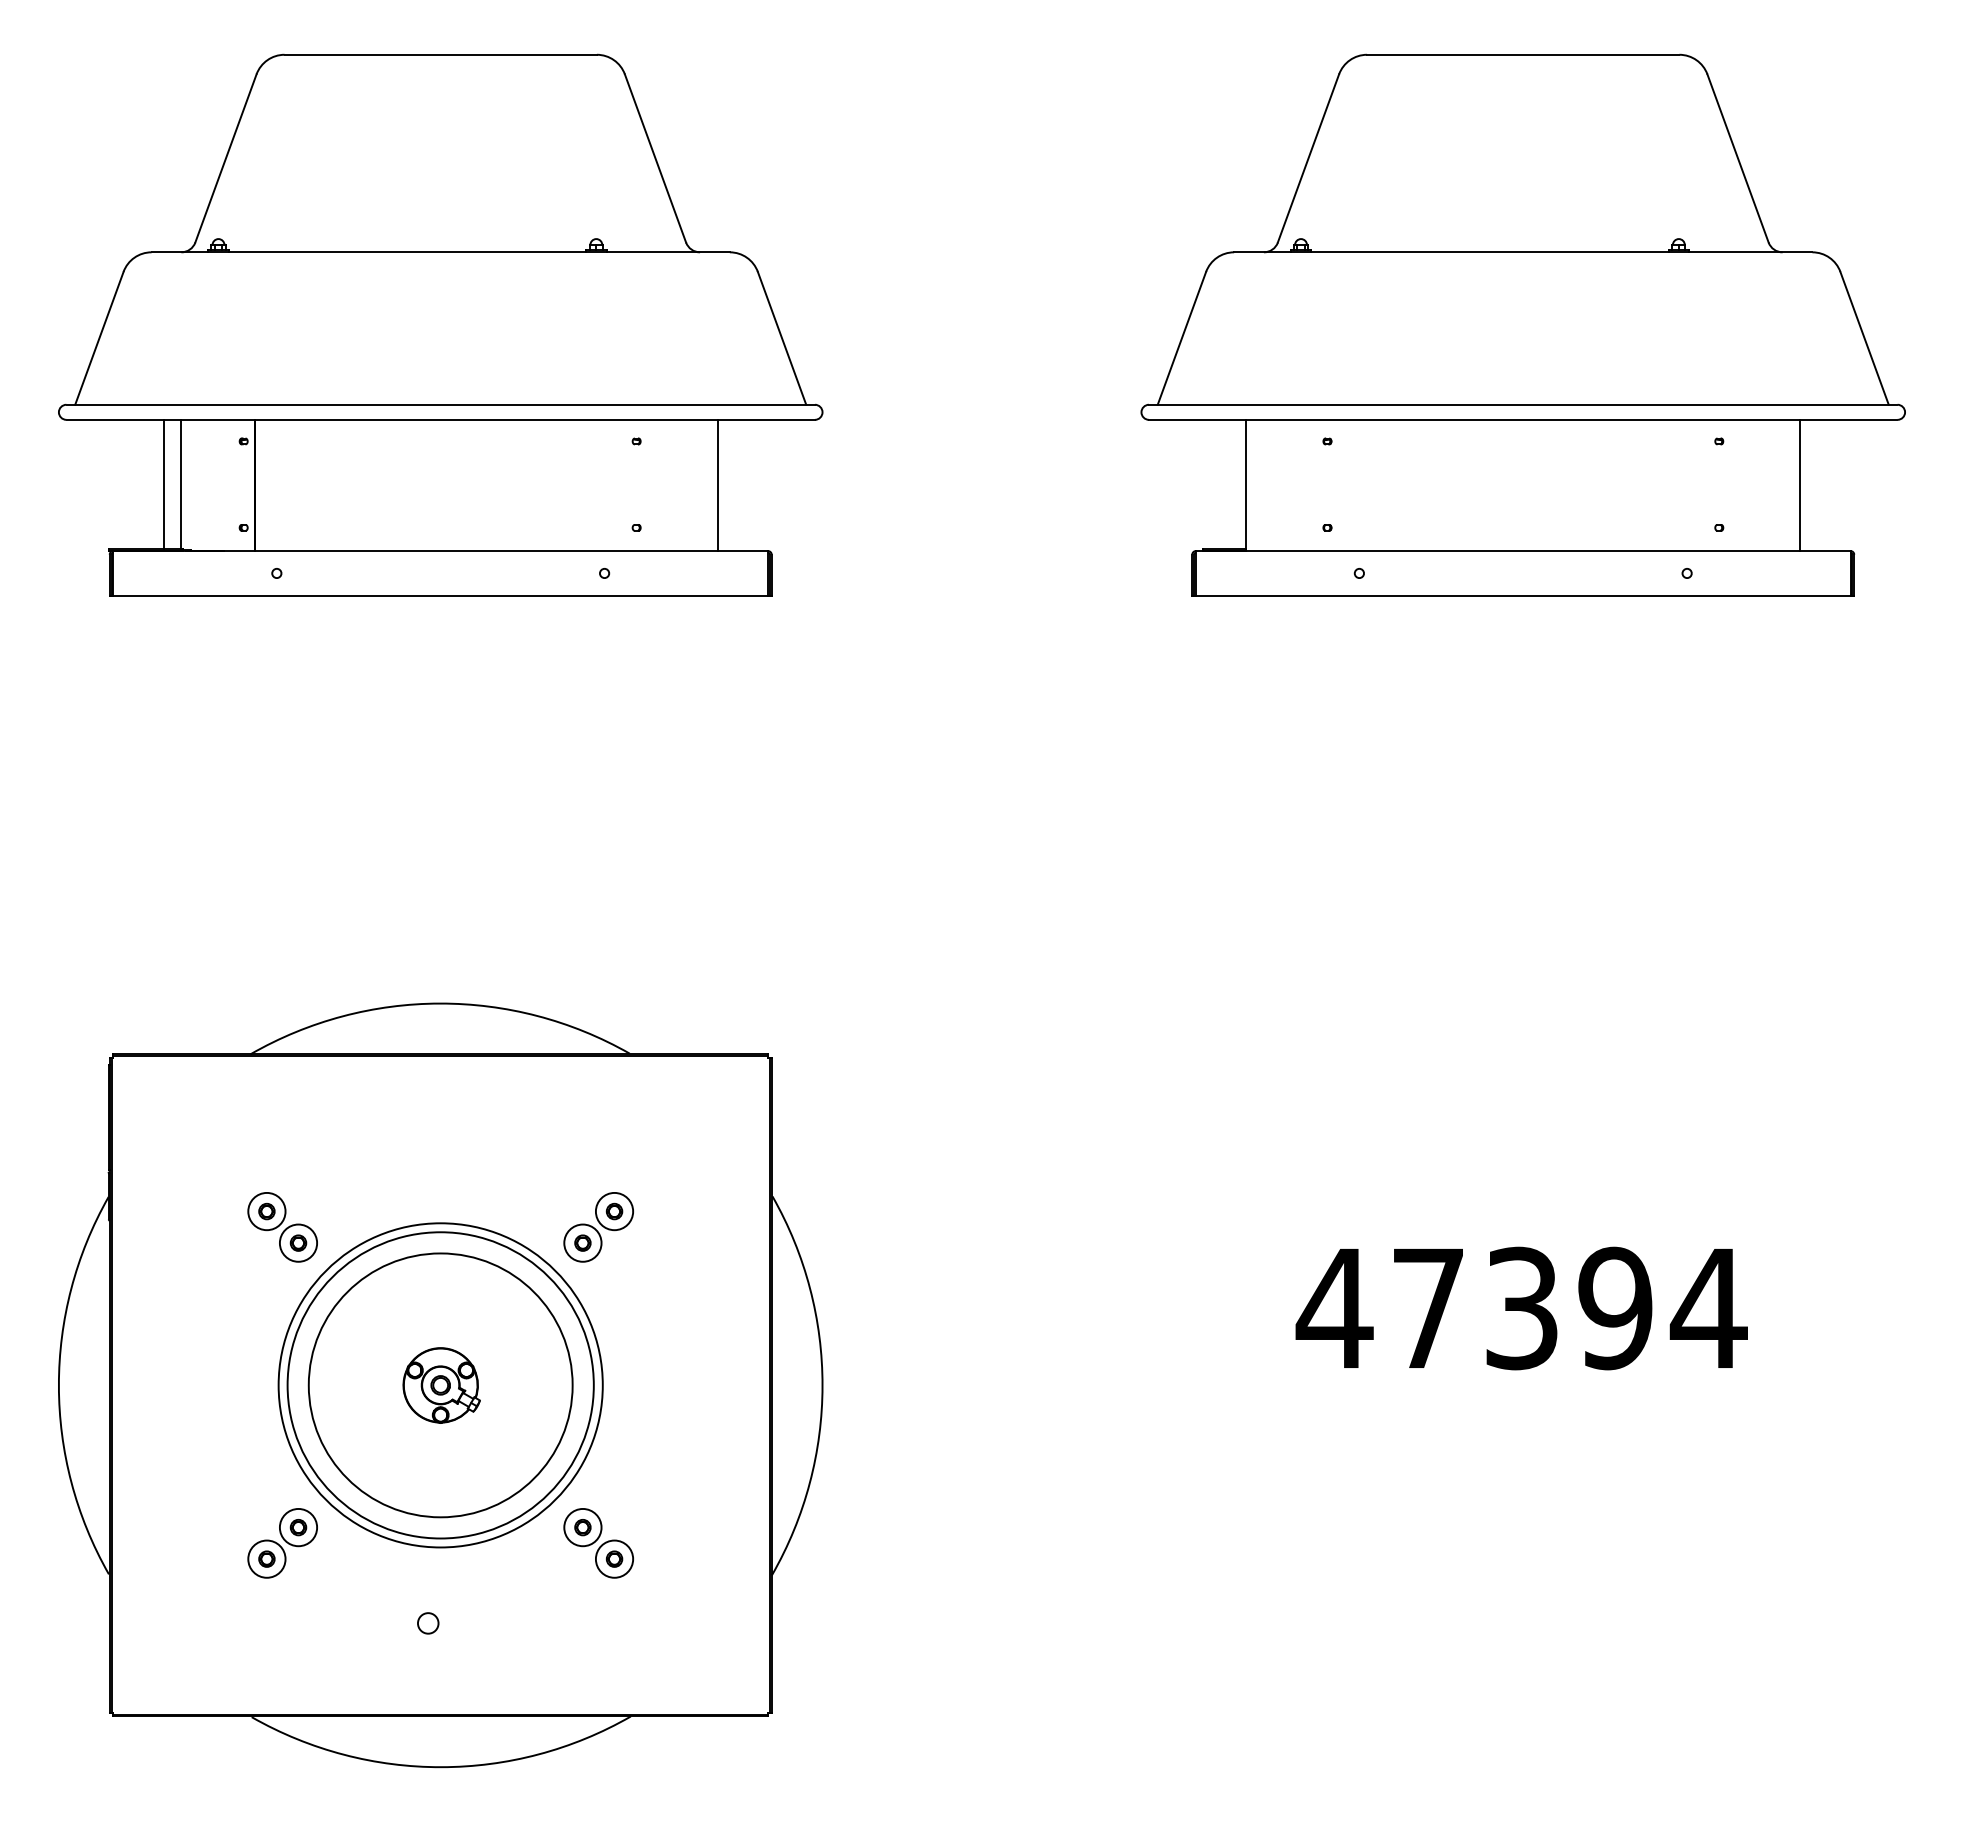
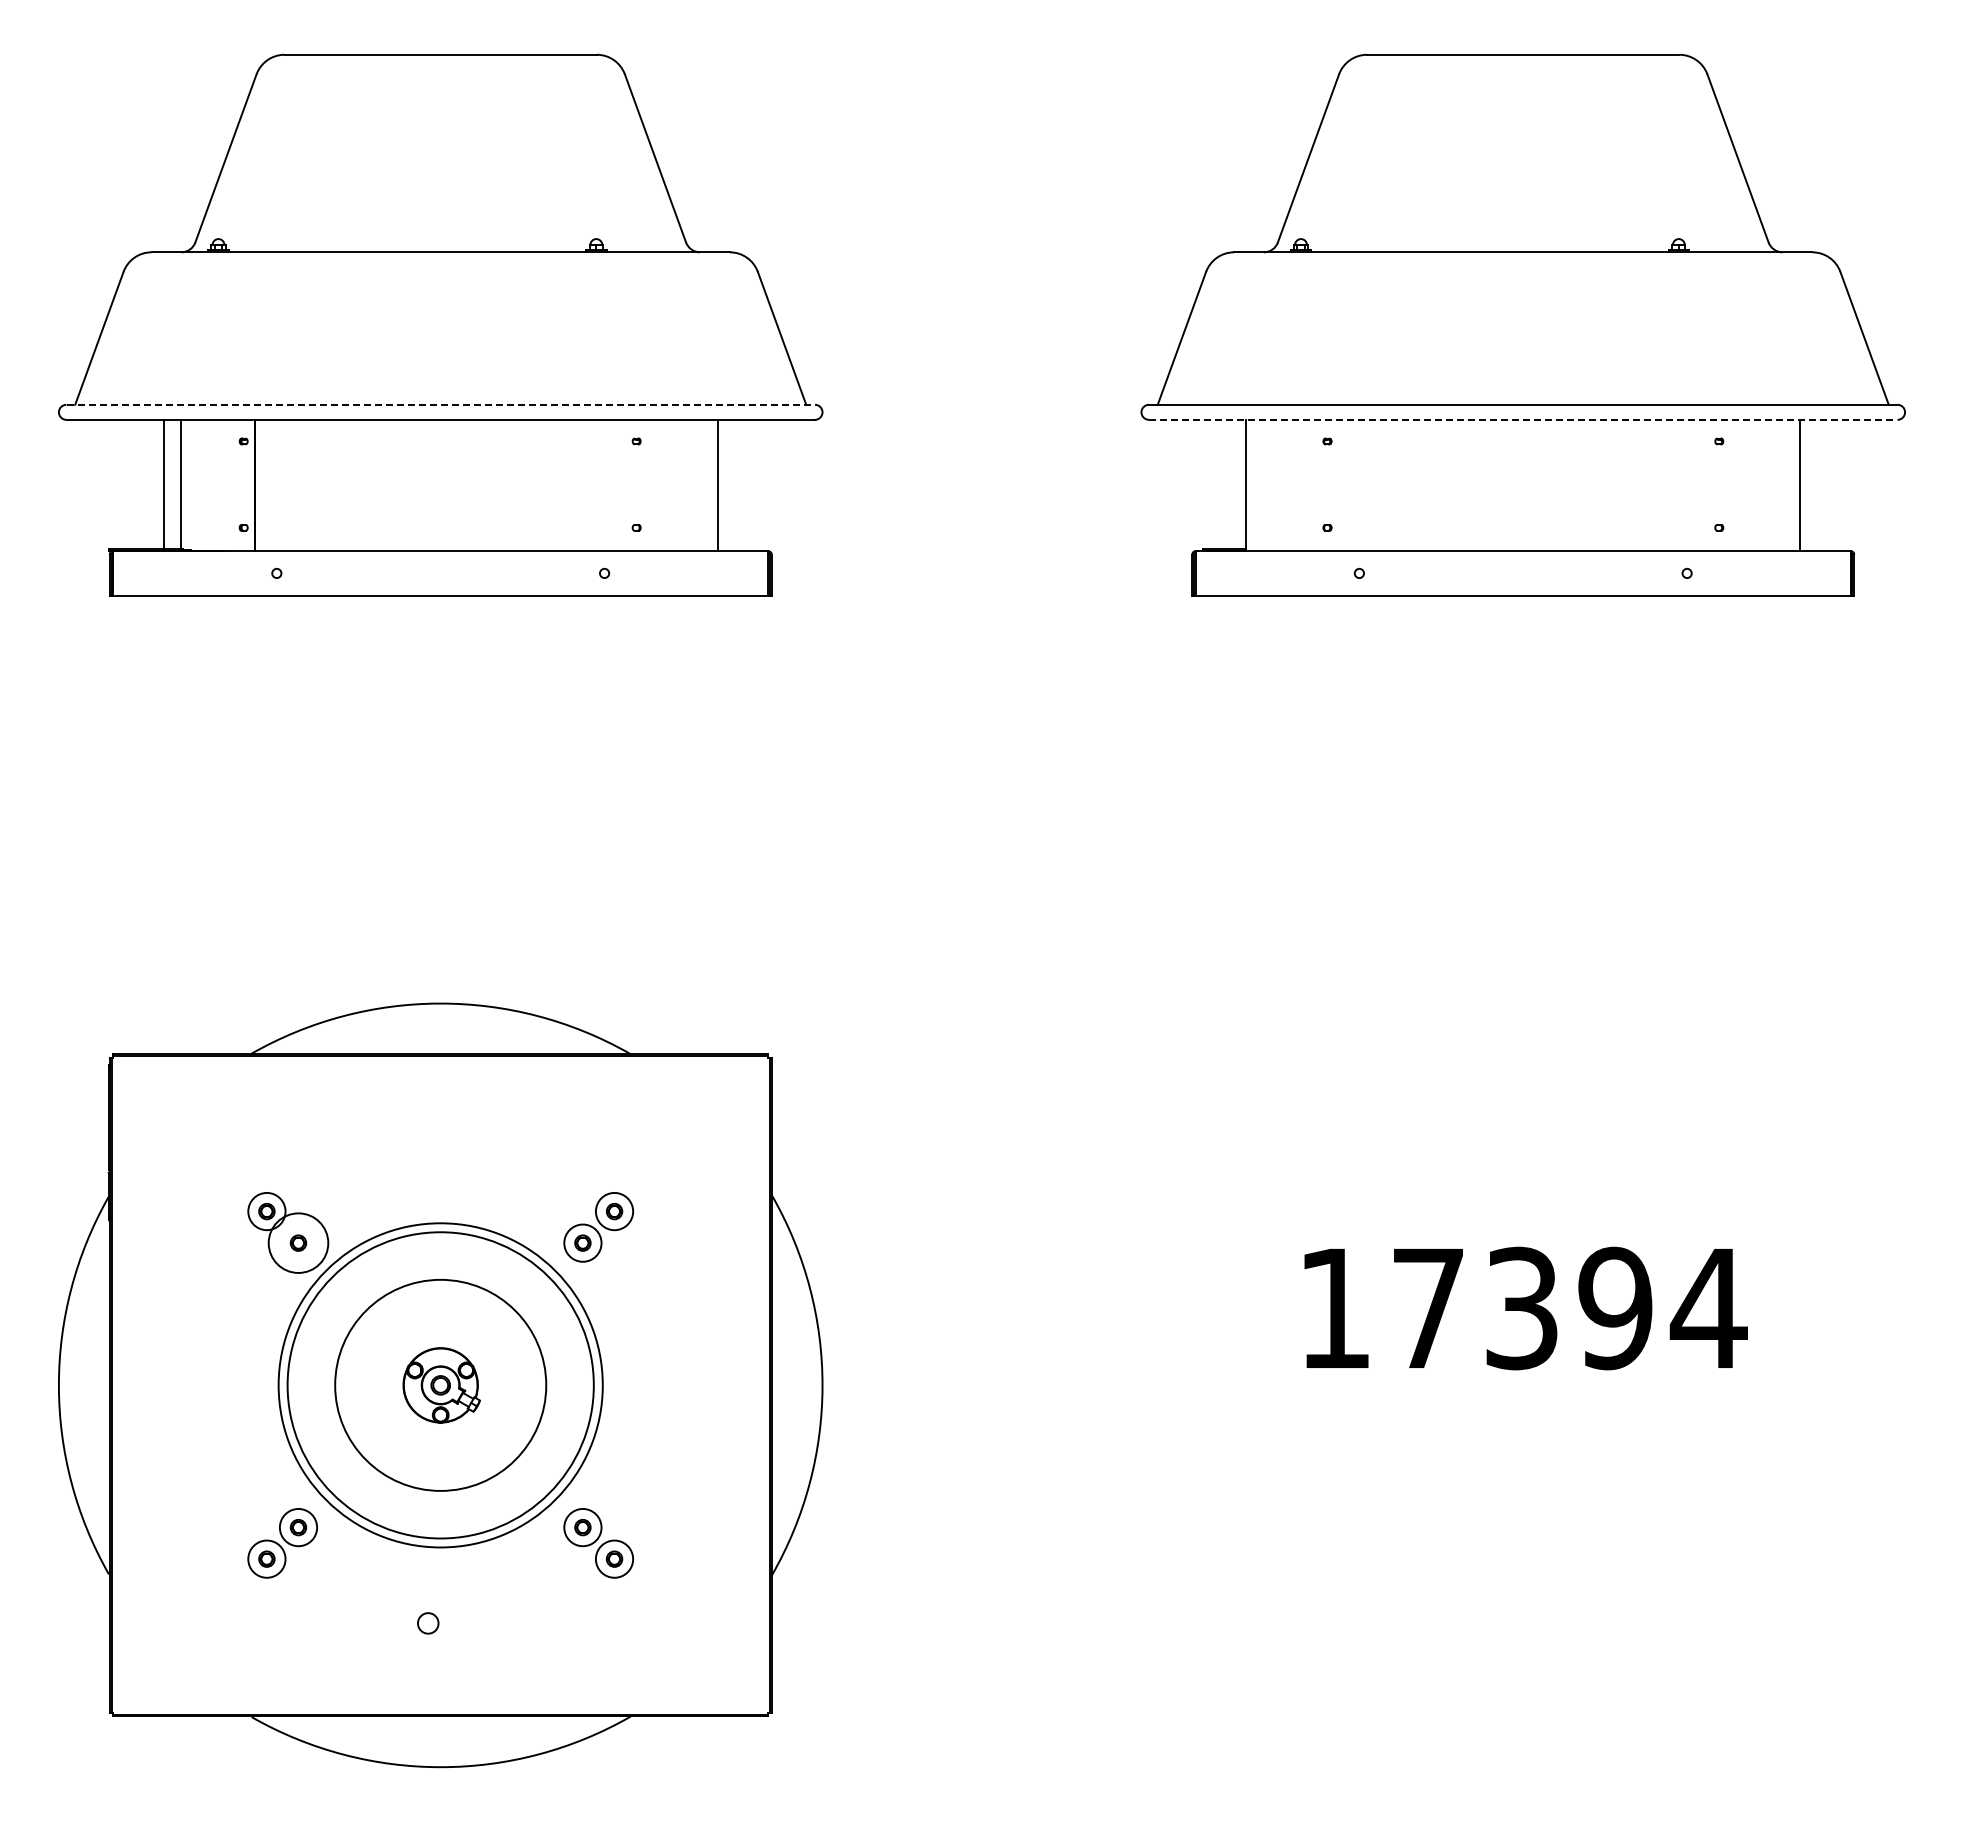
line at (440, 404): solid -> dashed
line at (1523, 419): solid -> dashed
circle at (298, 1242) diameter: 37 px -> 60 px
text at (1334, 1307): 47394 -> 17394
circle at (440, 1385) diameter: 264 px -> 211 px
